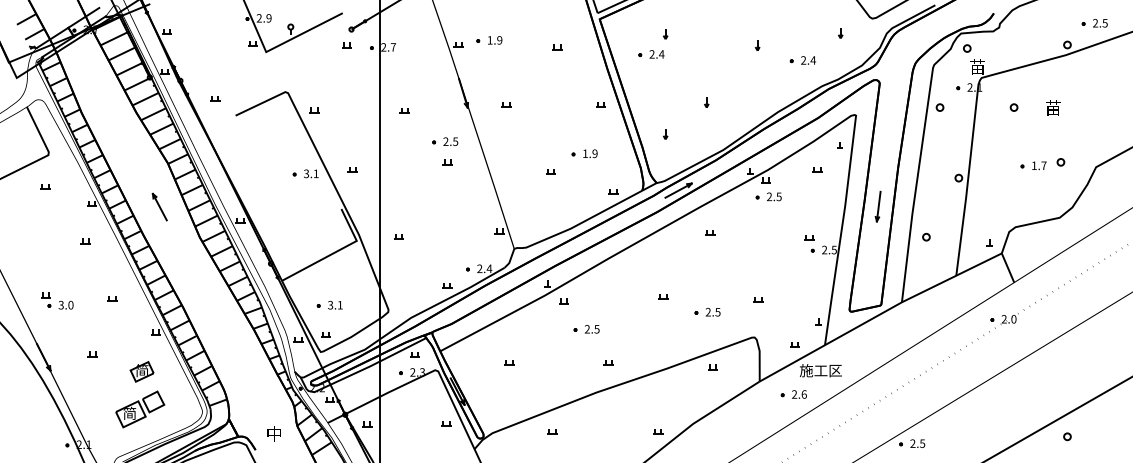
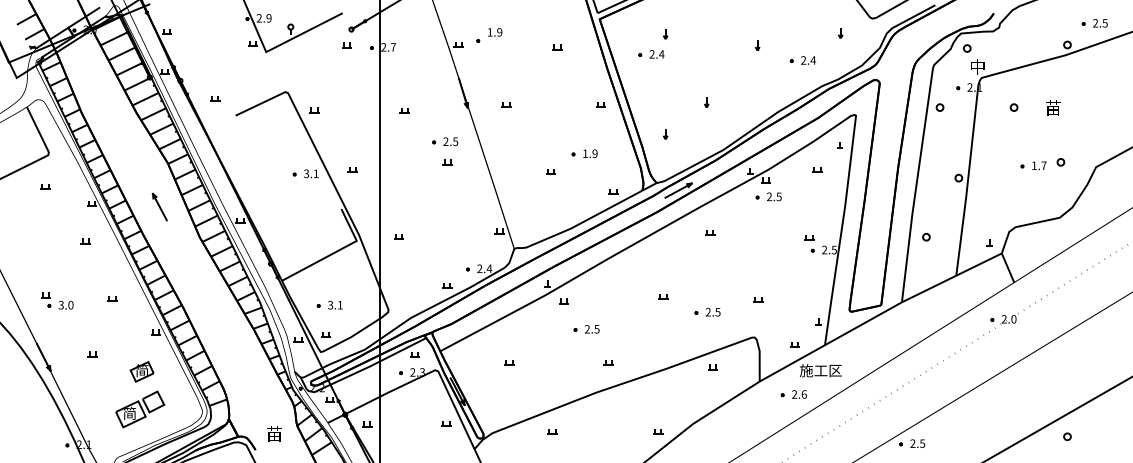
text at (495, 40) position: (495, 40) -> (495, 32)
text at (977, 66): 苗 -> 中
part at (877, 206): present -> none
text at (274, 433): 中 -> 苗
